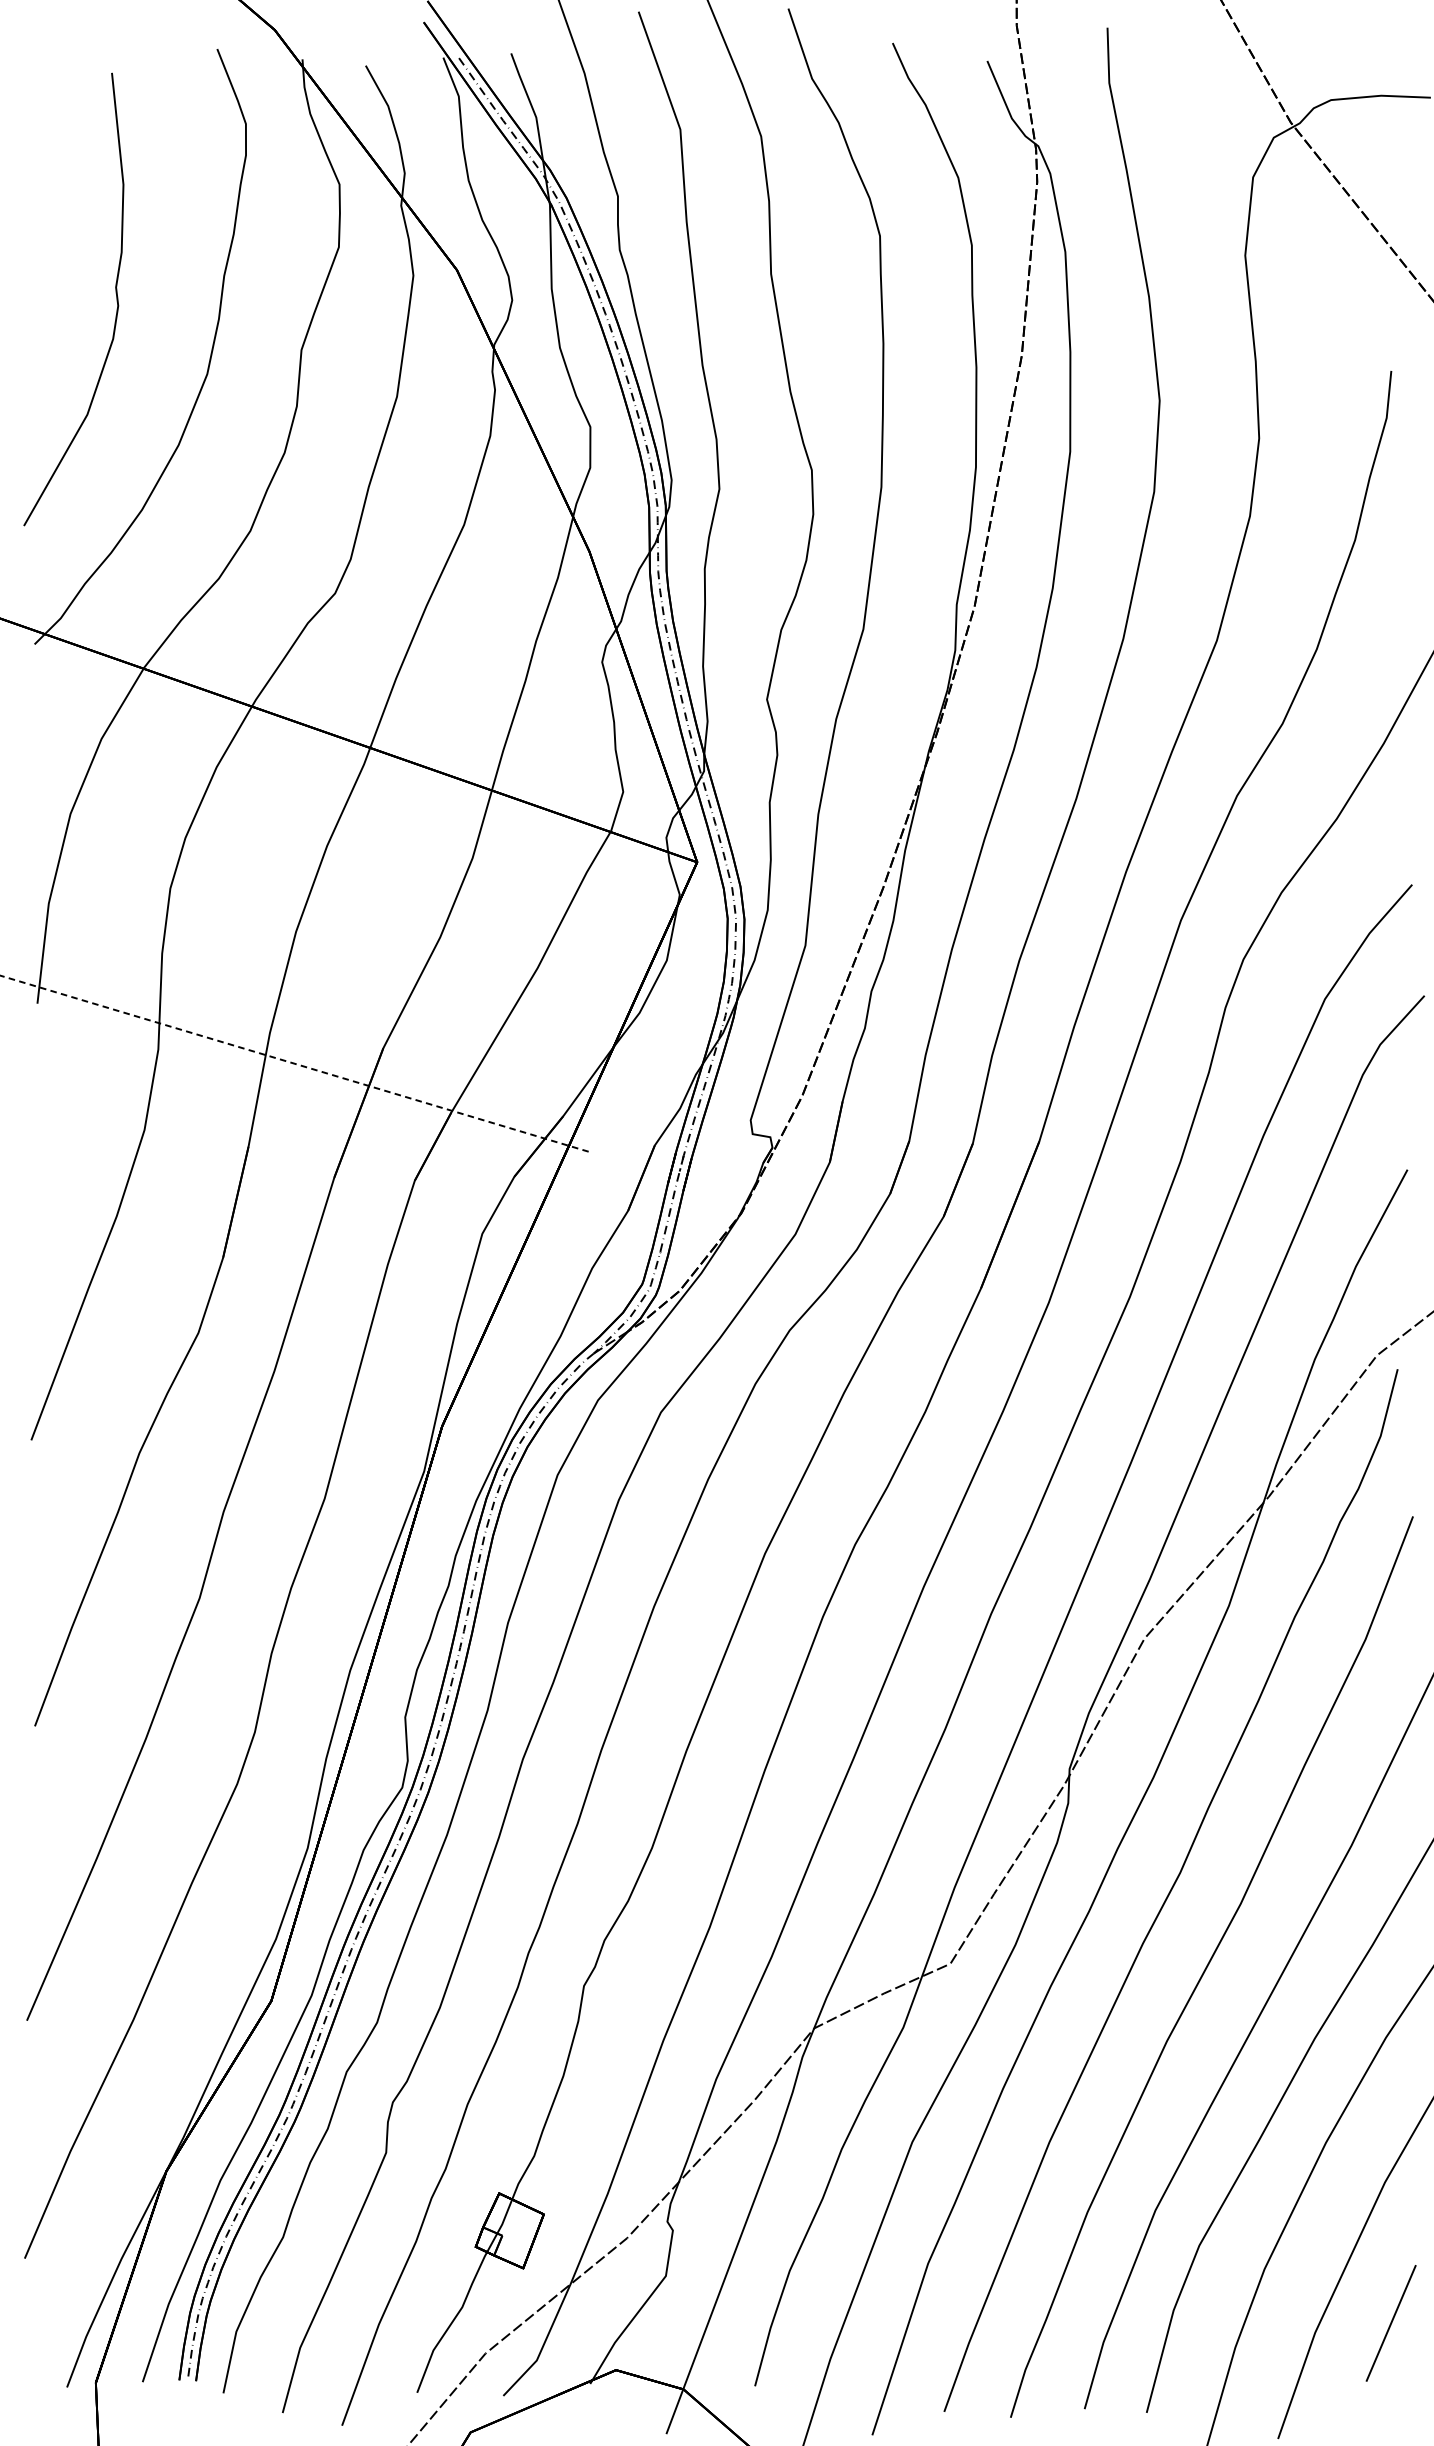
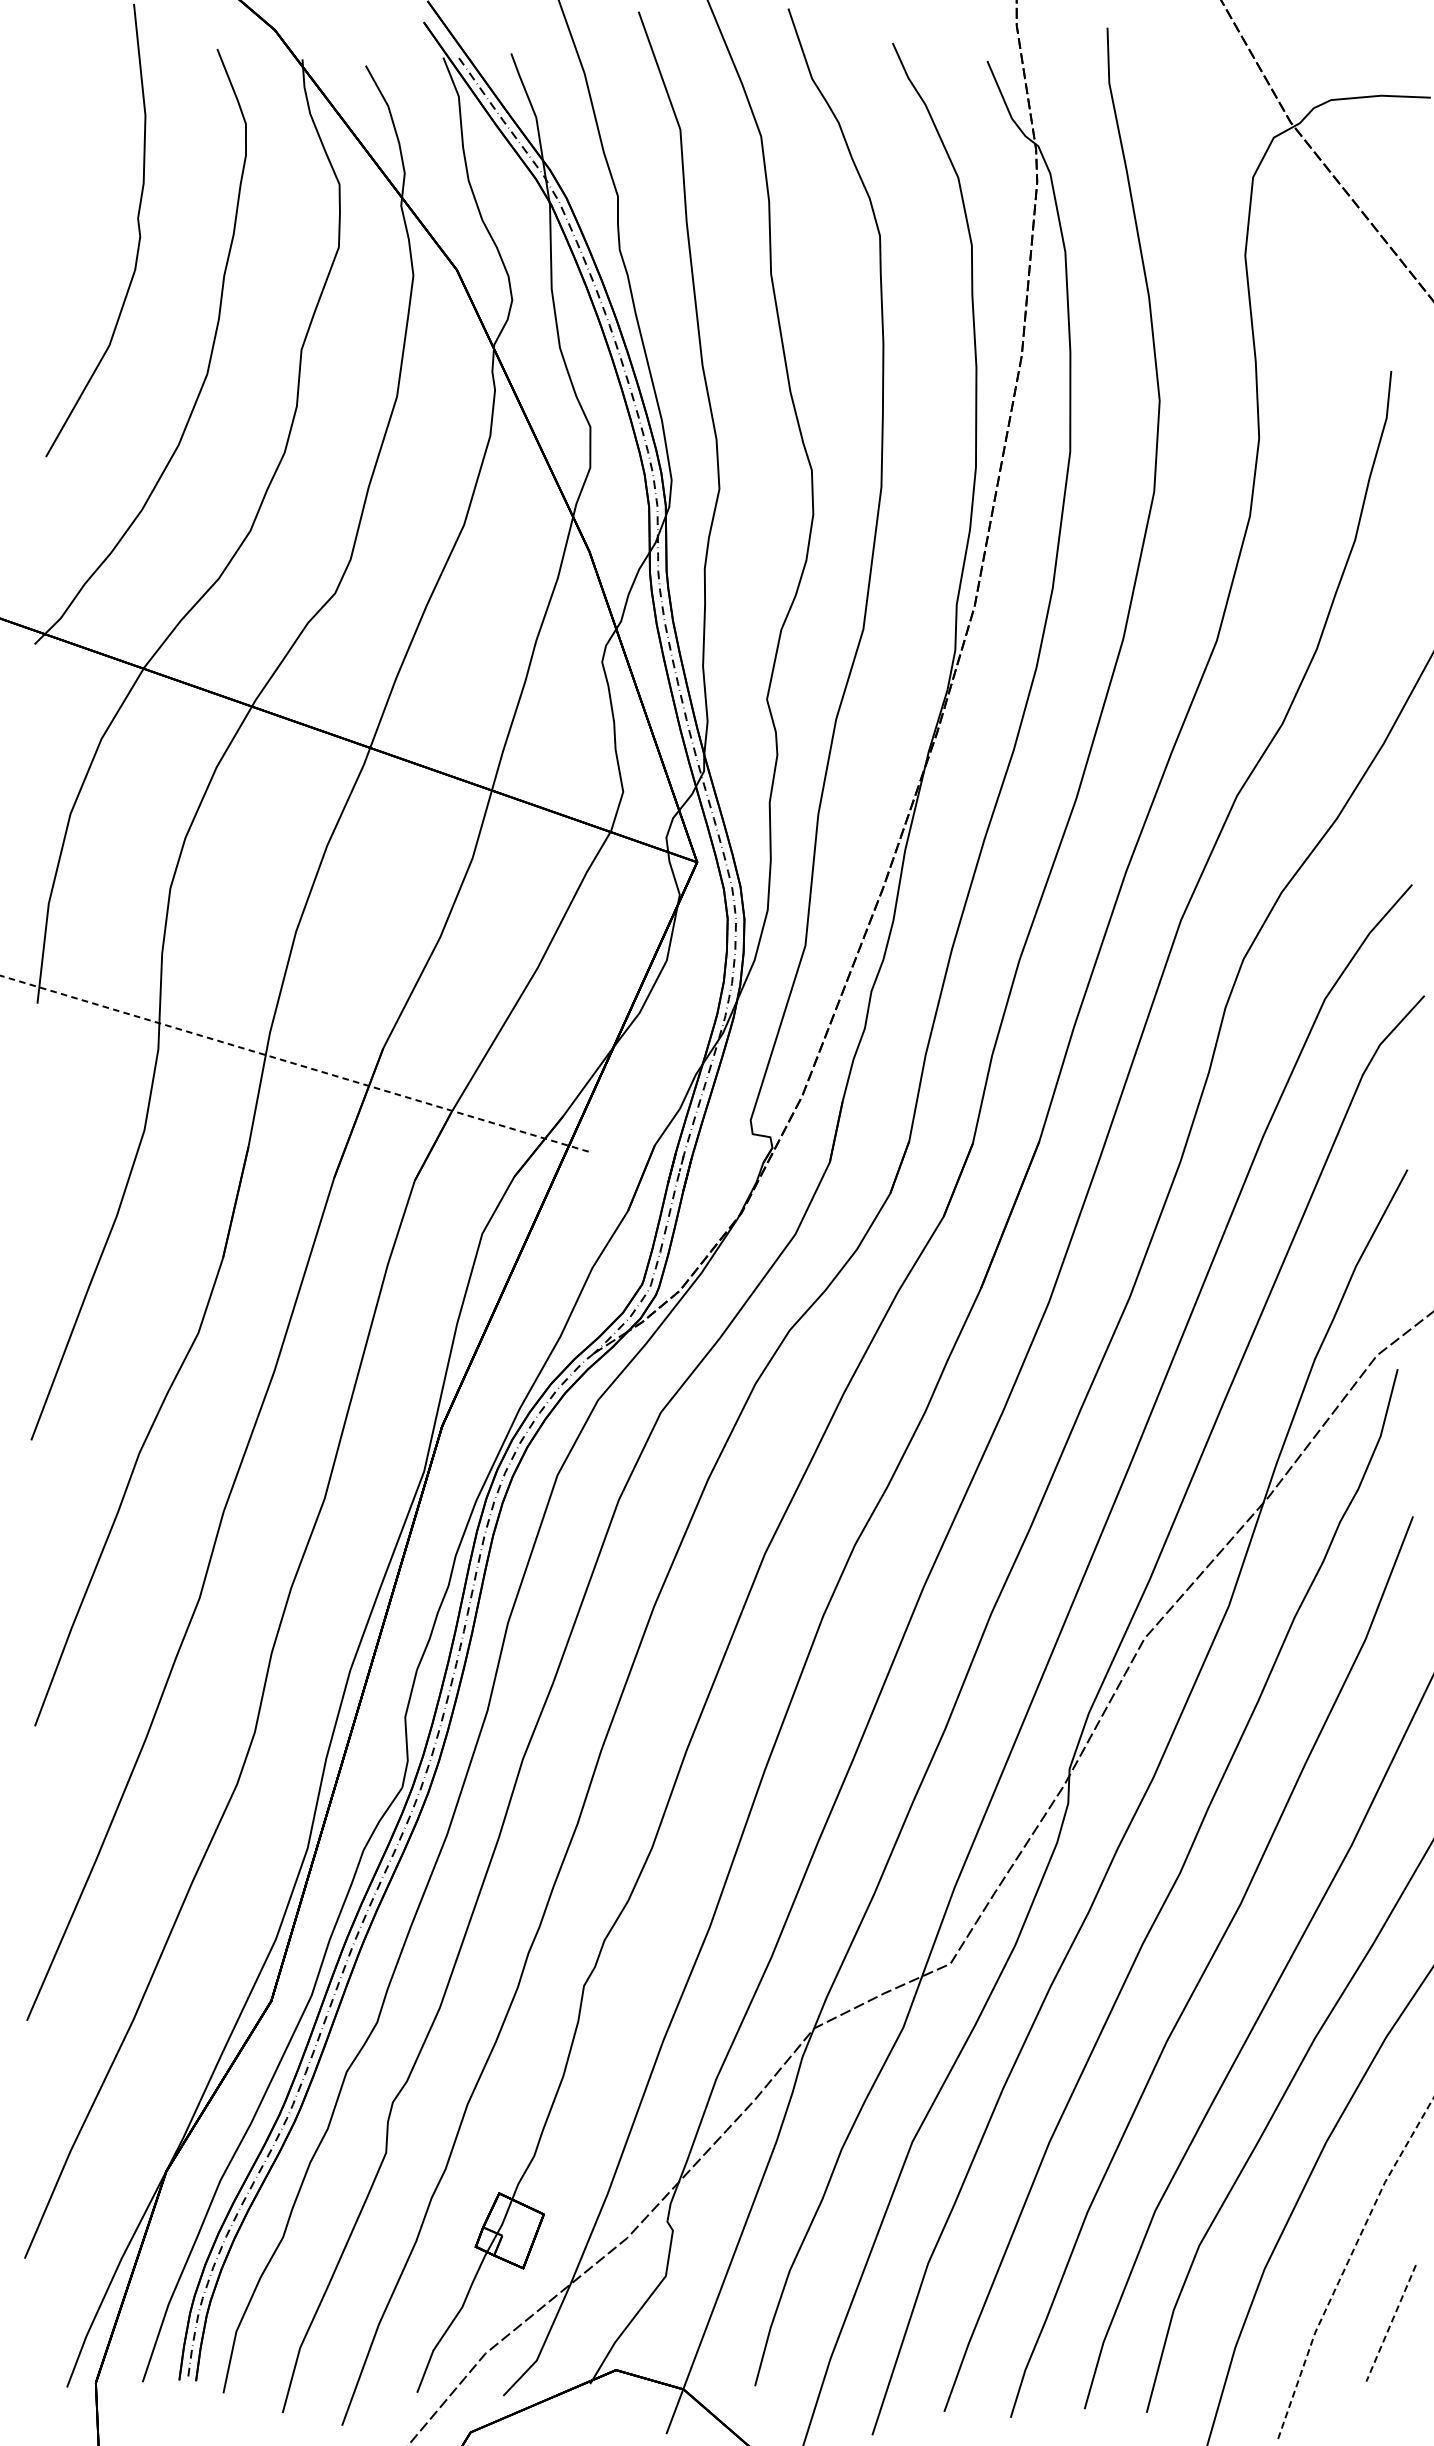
curve at (115, 293) position: (115, 293) -> (137, 224)
line at (1347, 2263): solid -> dashed
line at (1390, 2323): solid -> dashed
